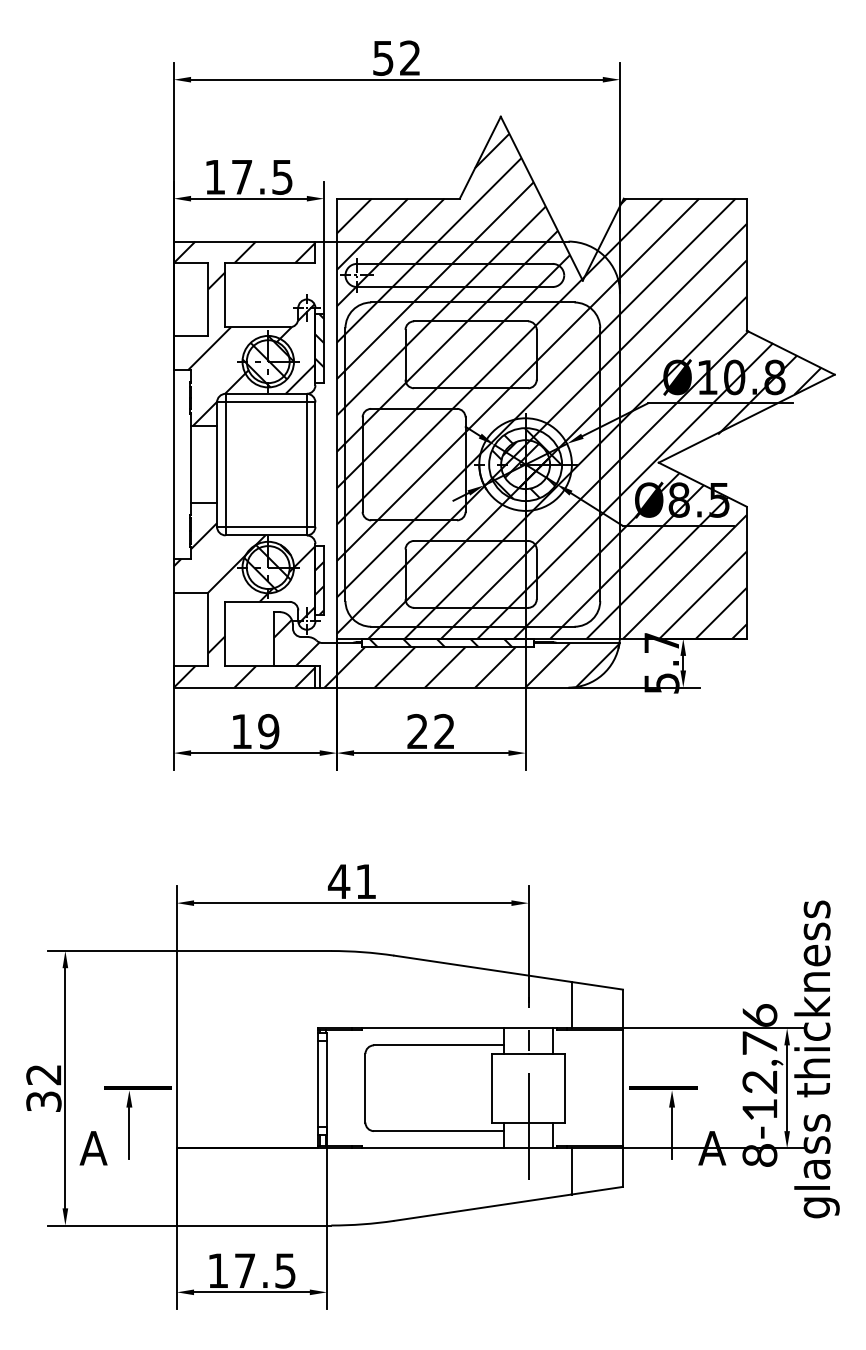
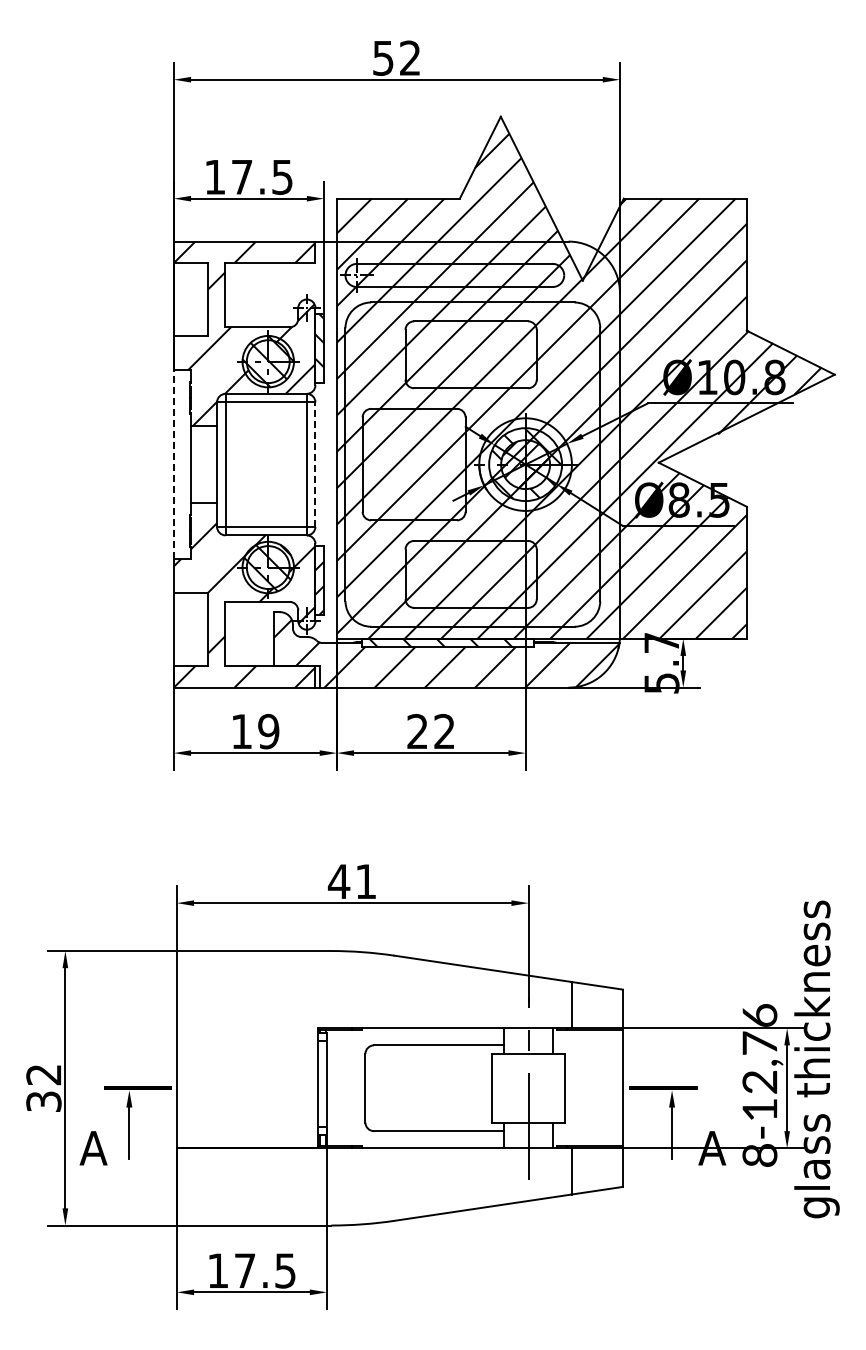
line at (173, 464): solid -> dashed
line at (315, 464): solid -> dashed
